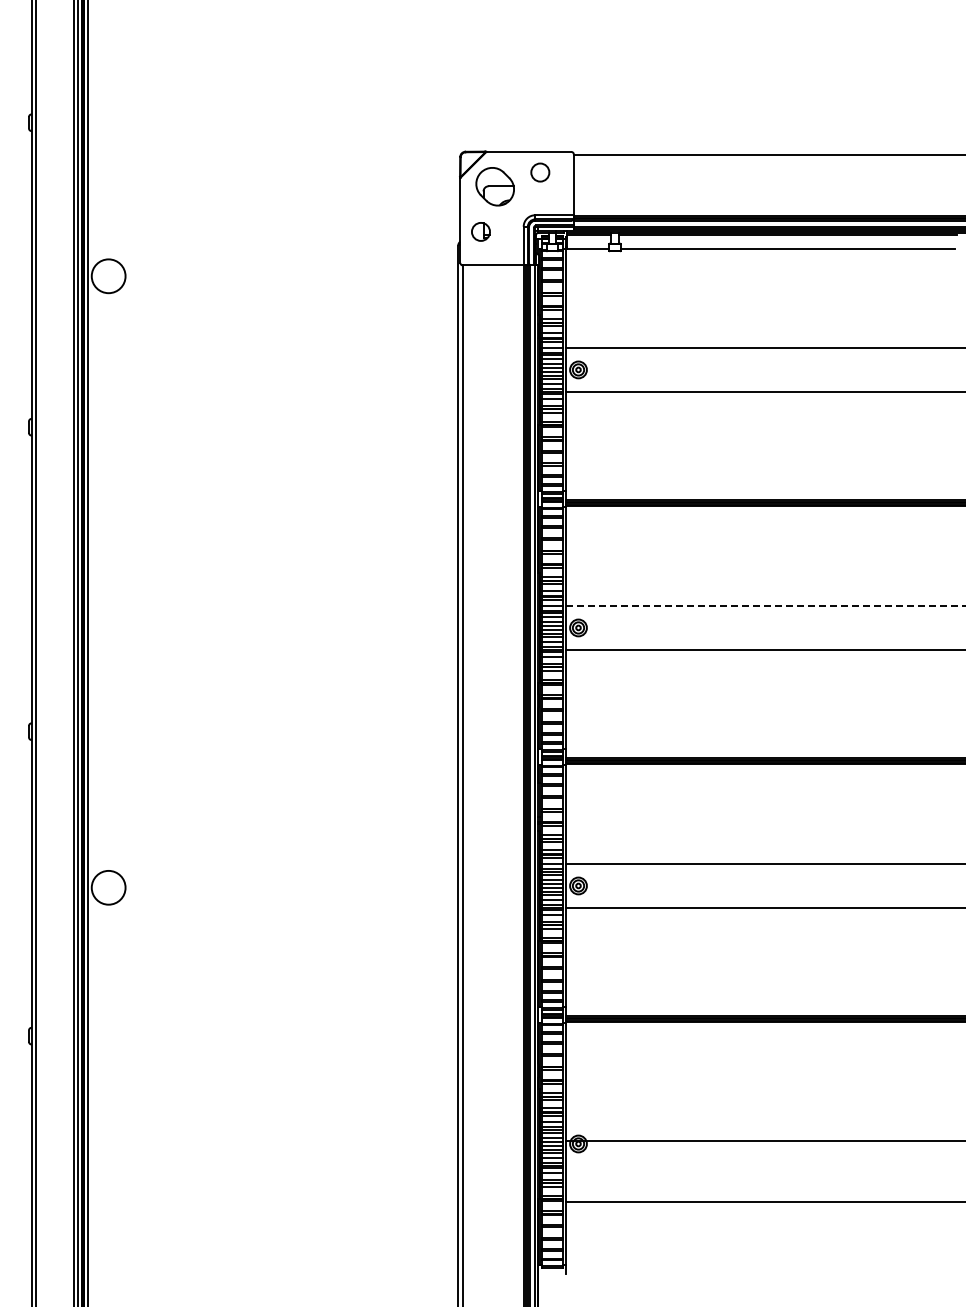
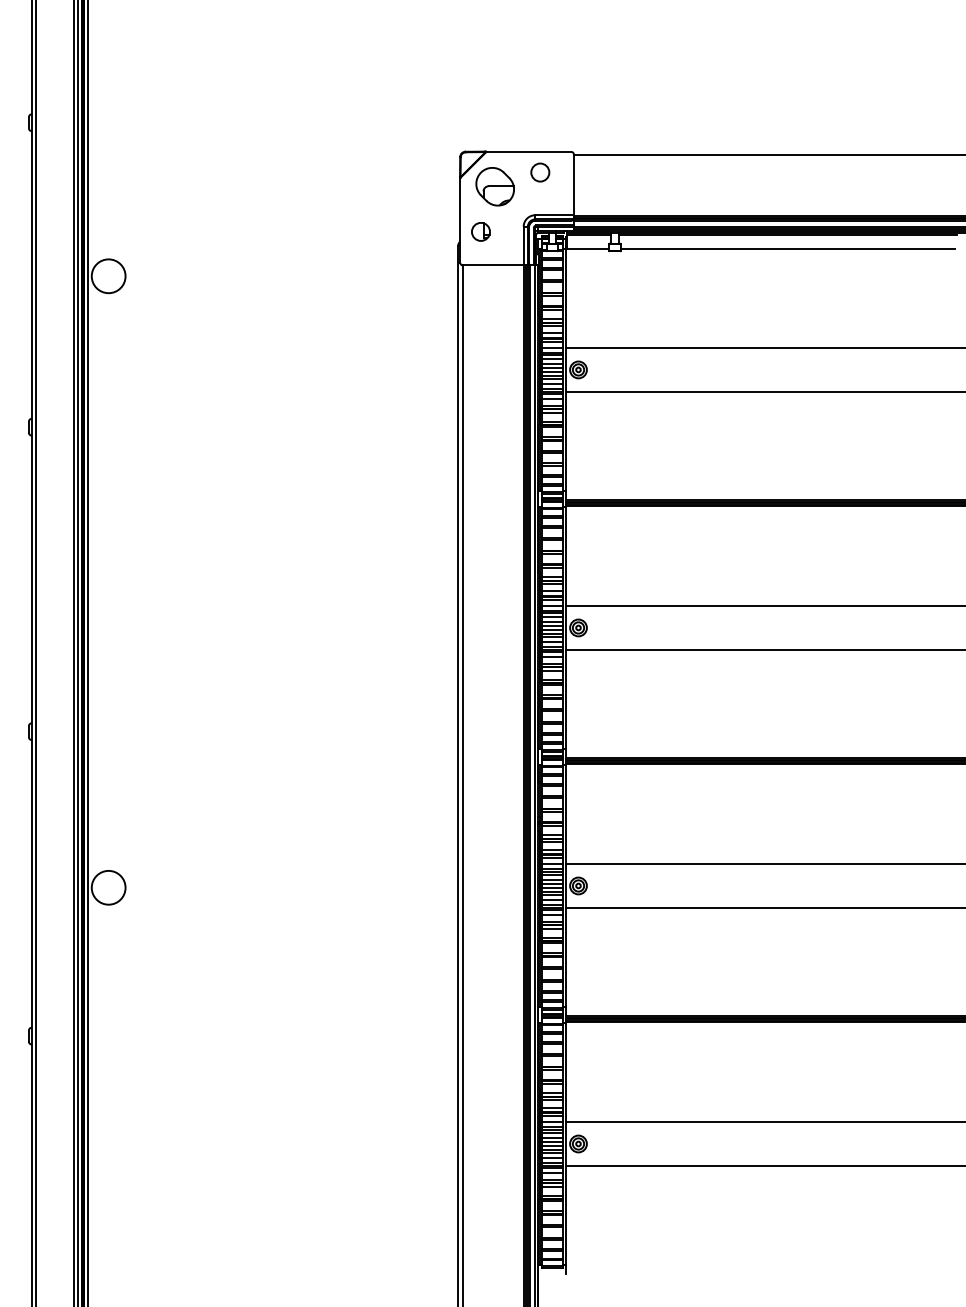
line at (765, 606): dashed -> solid
line at (763, 1141) position: (763, 1141) -> (763, 1122)
line at (763, 1201) position: (763, 1201) -> (763, 1165)
